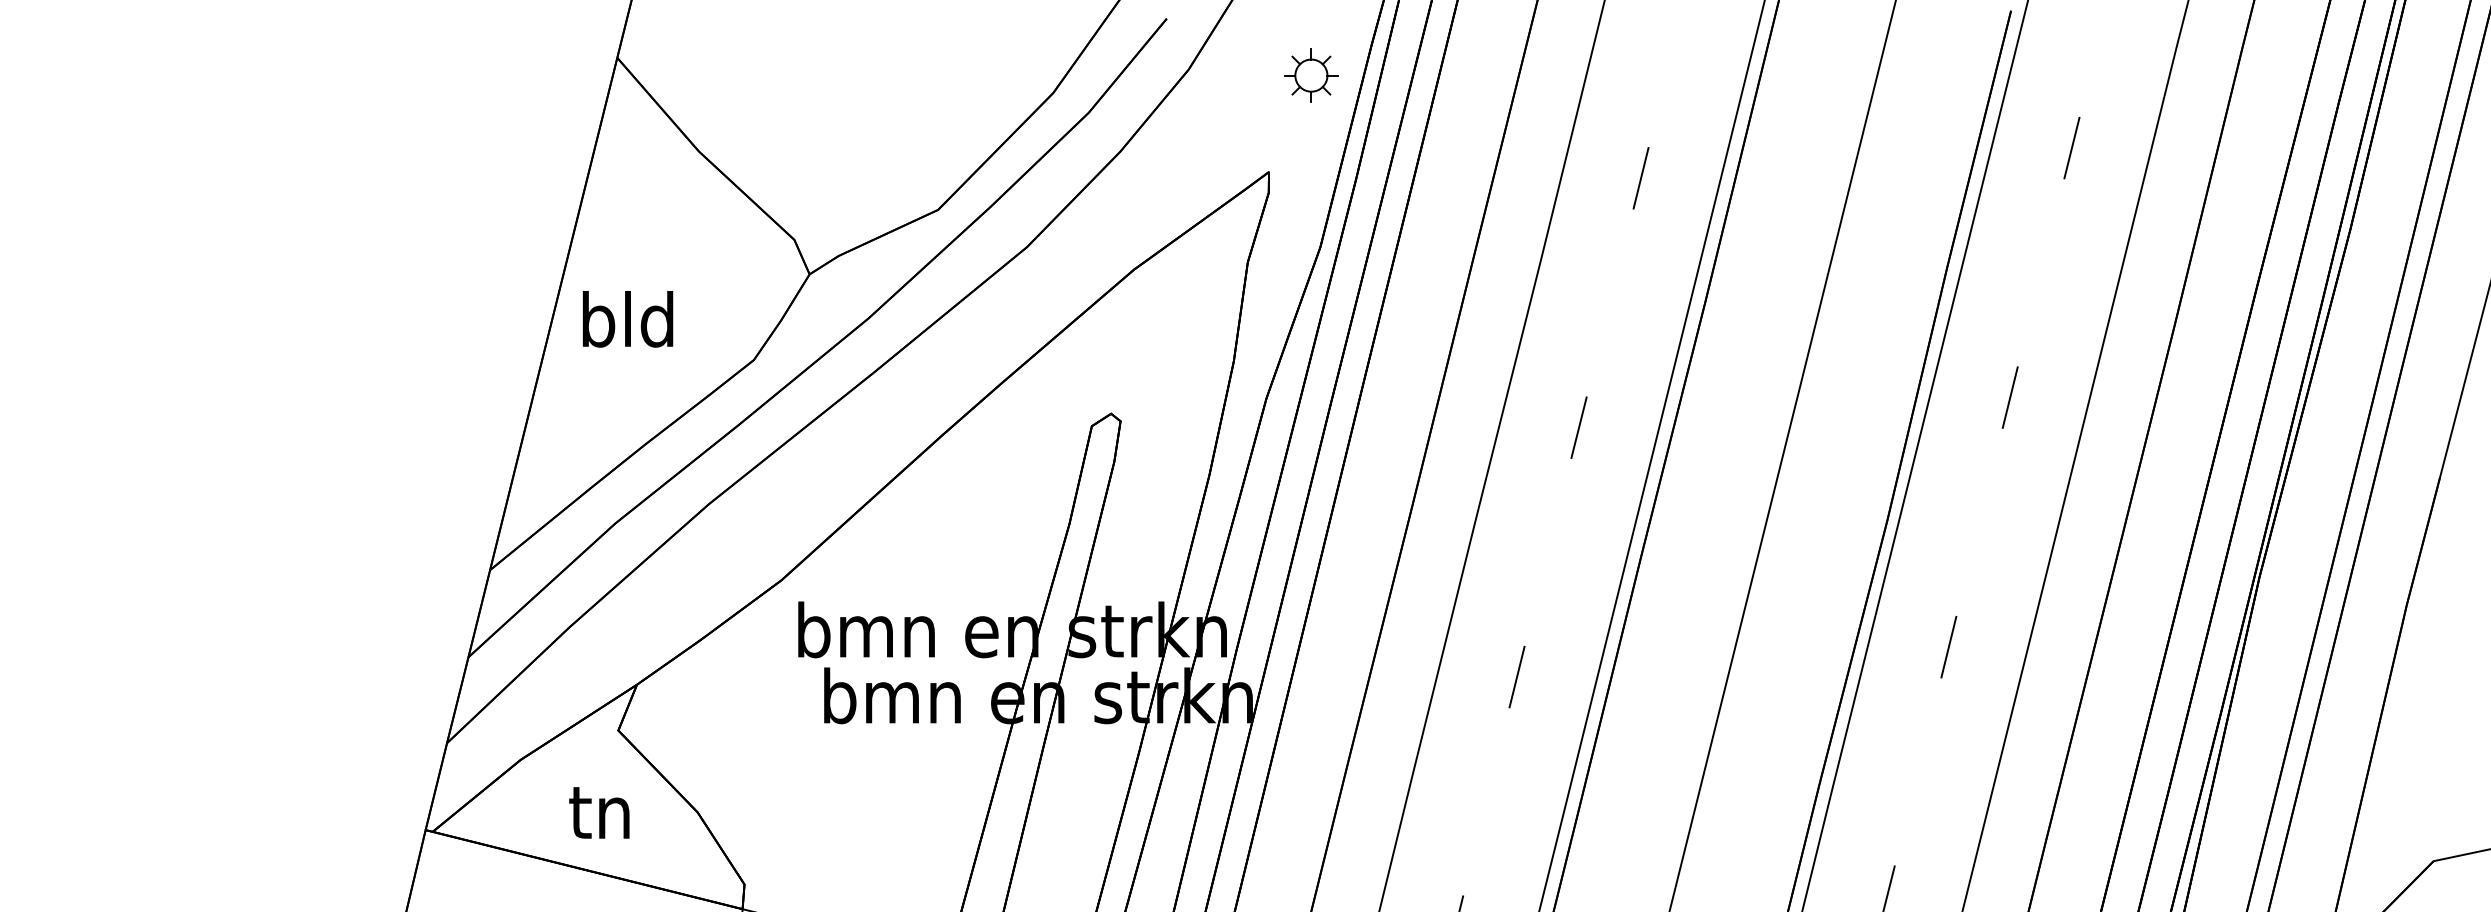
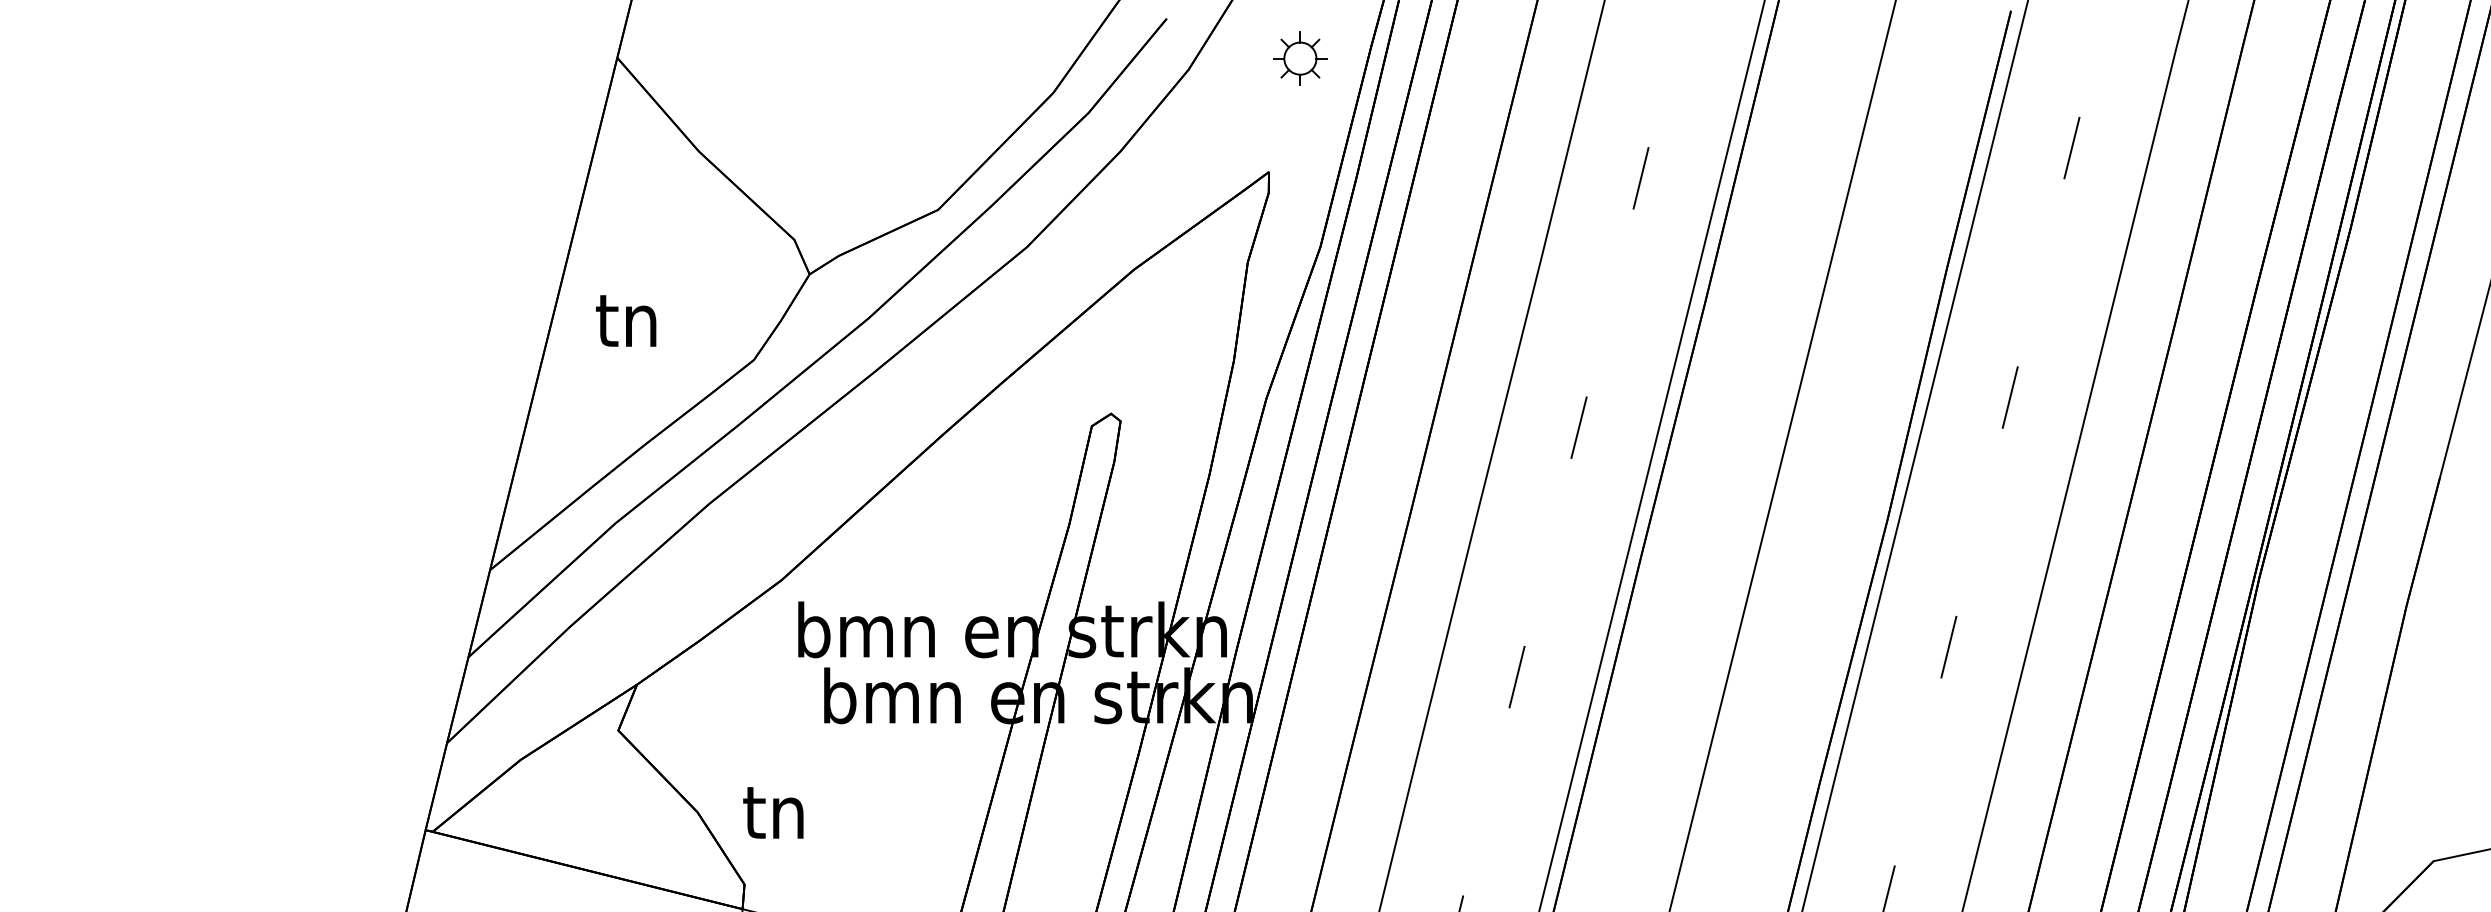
part at (1311, 75) position: (1311, 75) -> (1300, 58)
text at (627, 319): bld -> tn
text at (599, 812) position: (599, 812) -> (773, 812)
